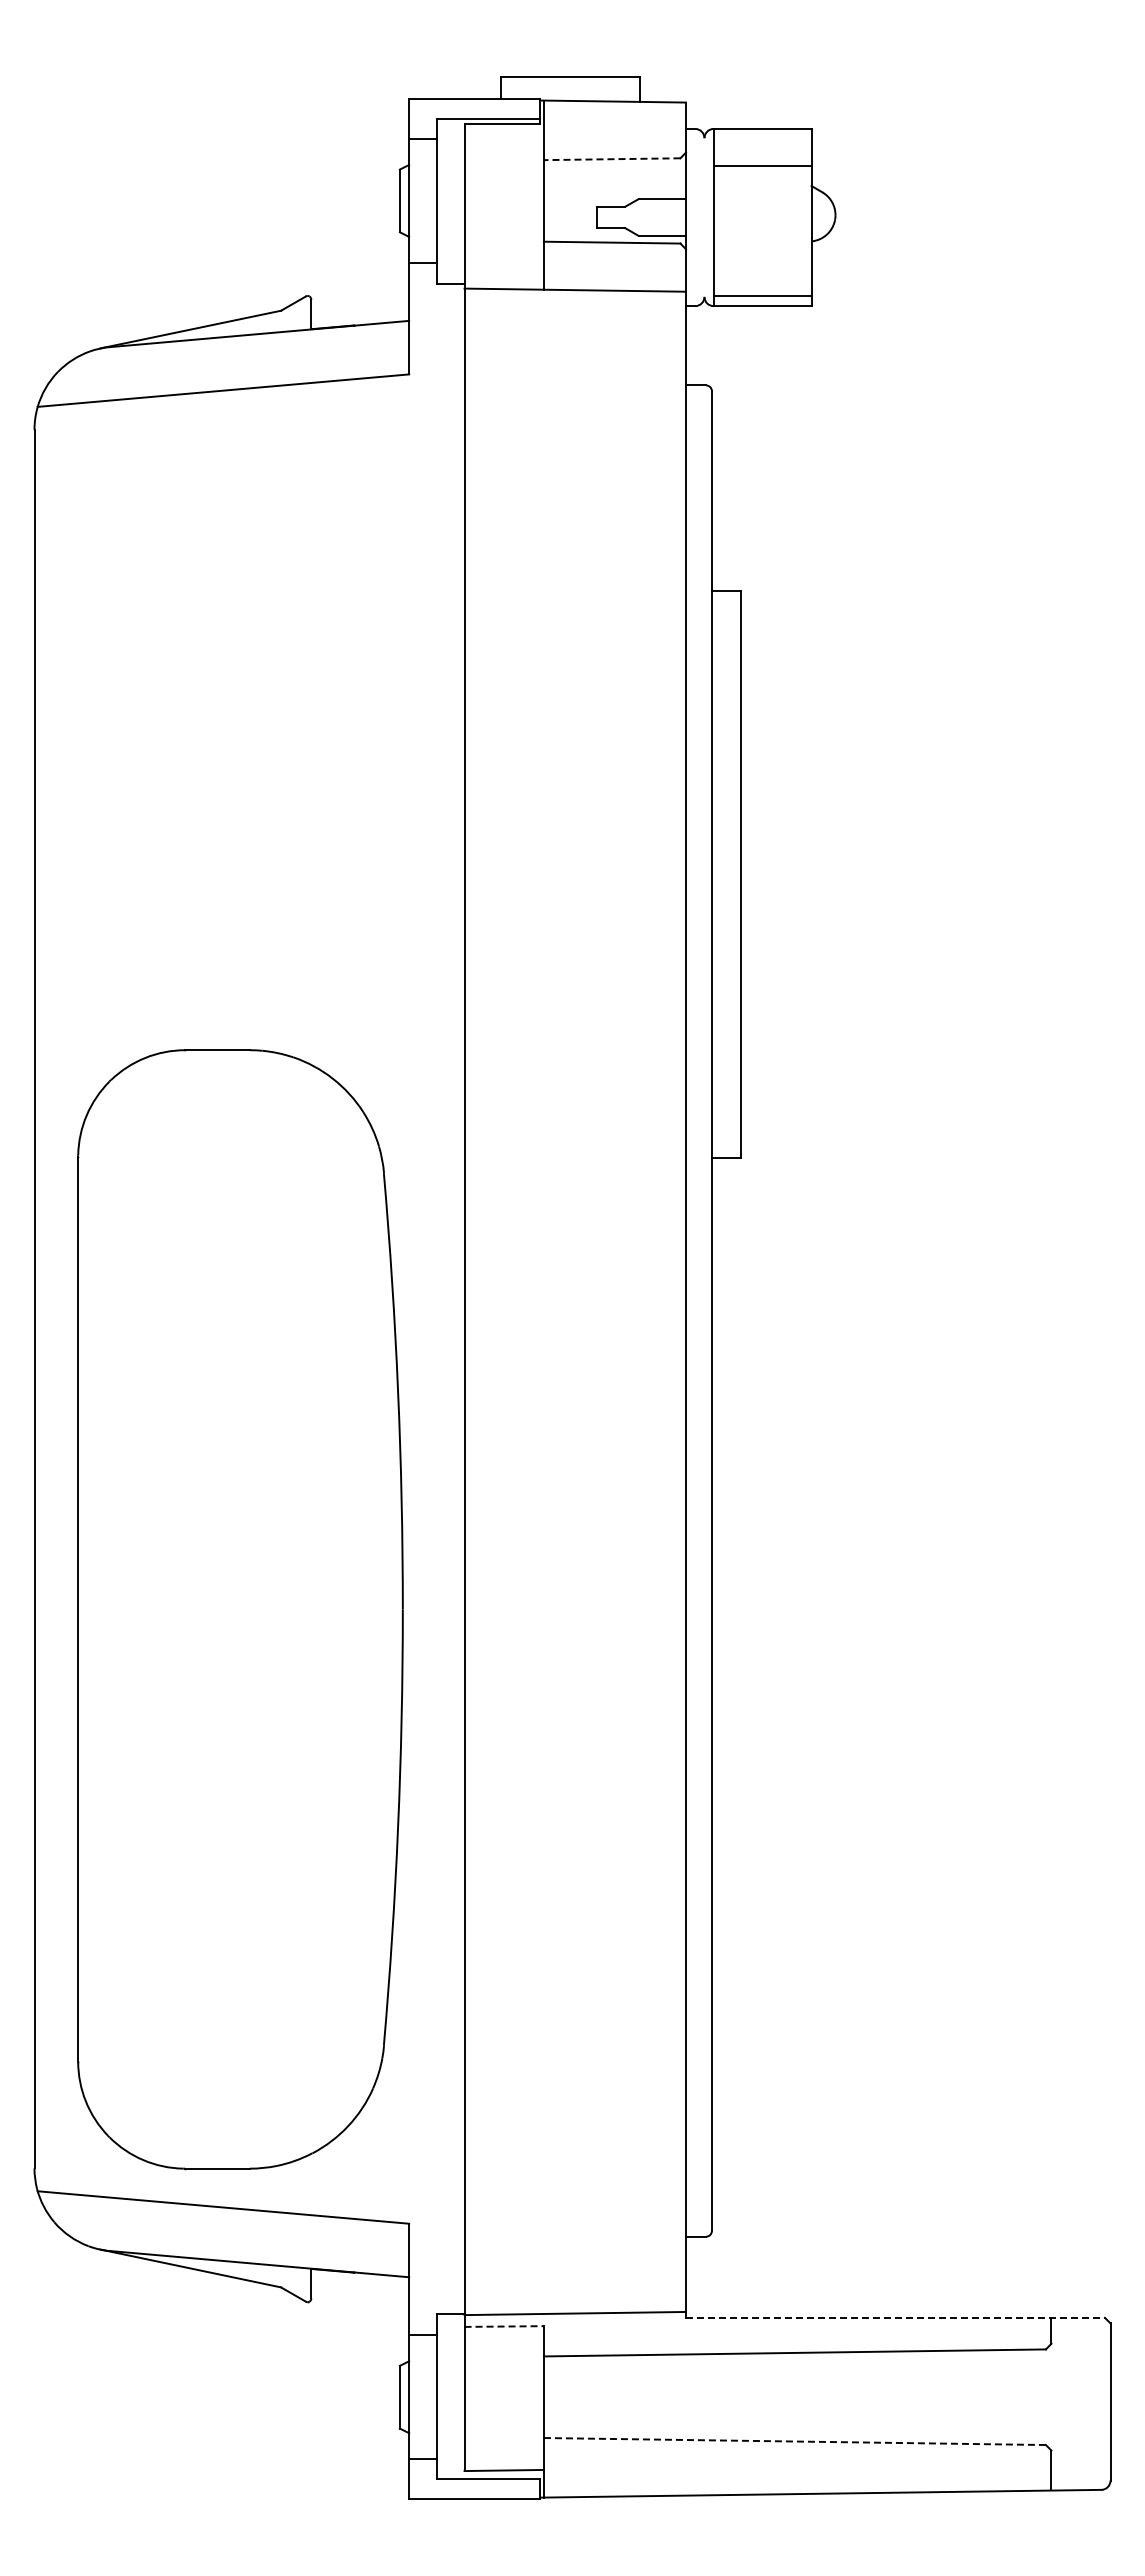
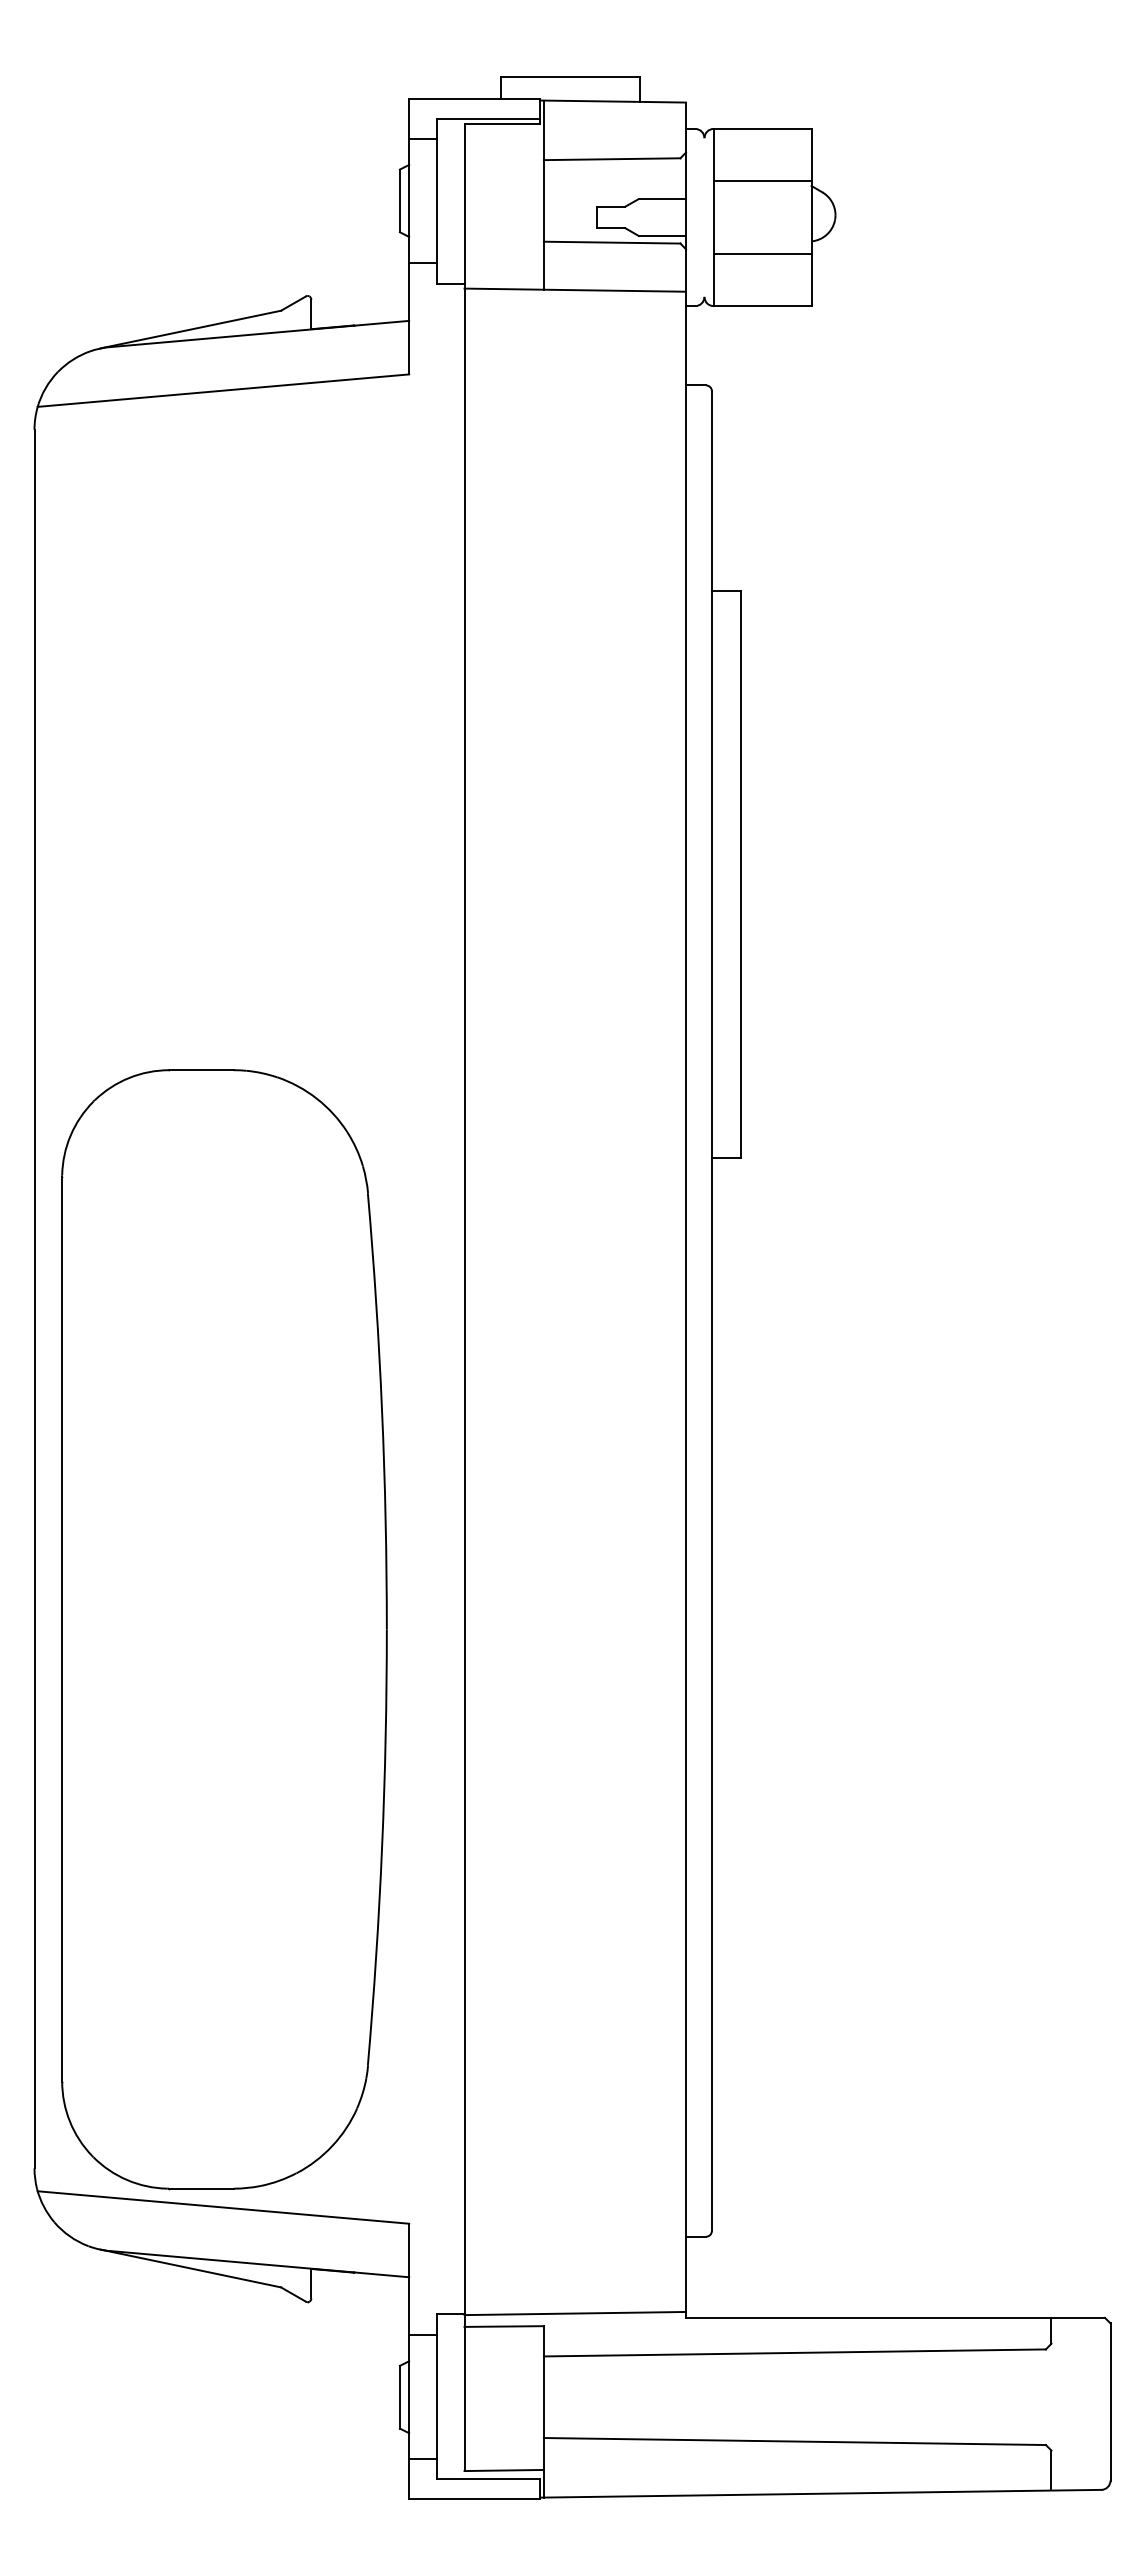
line at (611, 159): dashed -> solid
line at (762, 165) position: (762, 165) -> (762, 180)
line at (762, 296) position: (762, 296) -> (762, 254)
part at (240, 1609) position: (240, 1609) -> (224, 1629)
line at (895, 2317): dashed -> solid
line at (504, 2326): dashed -> solid
line at (794, 2441): dashed -> solid
